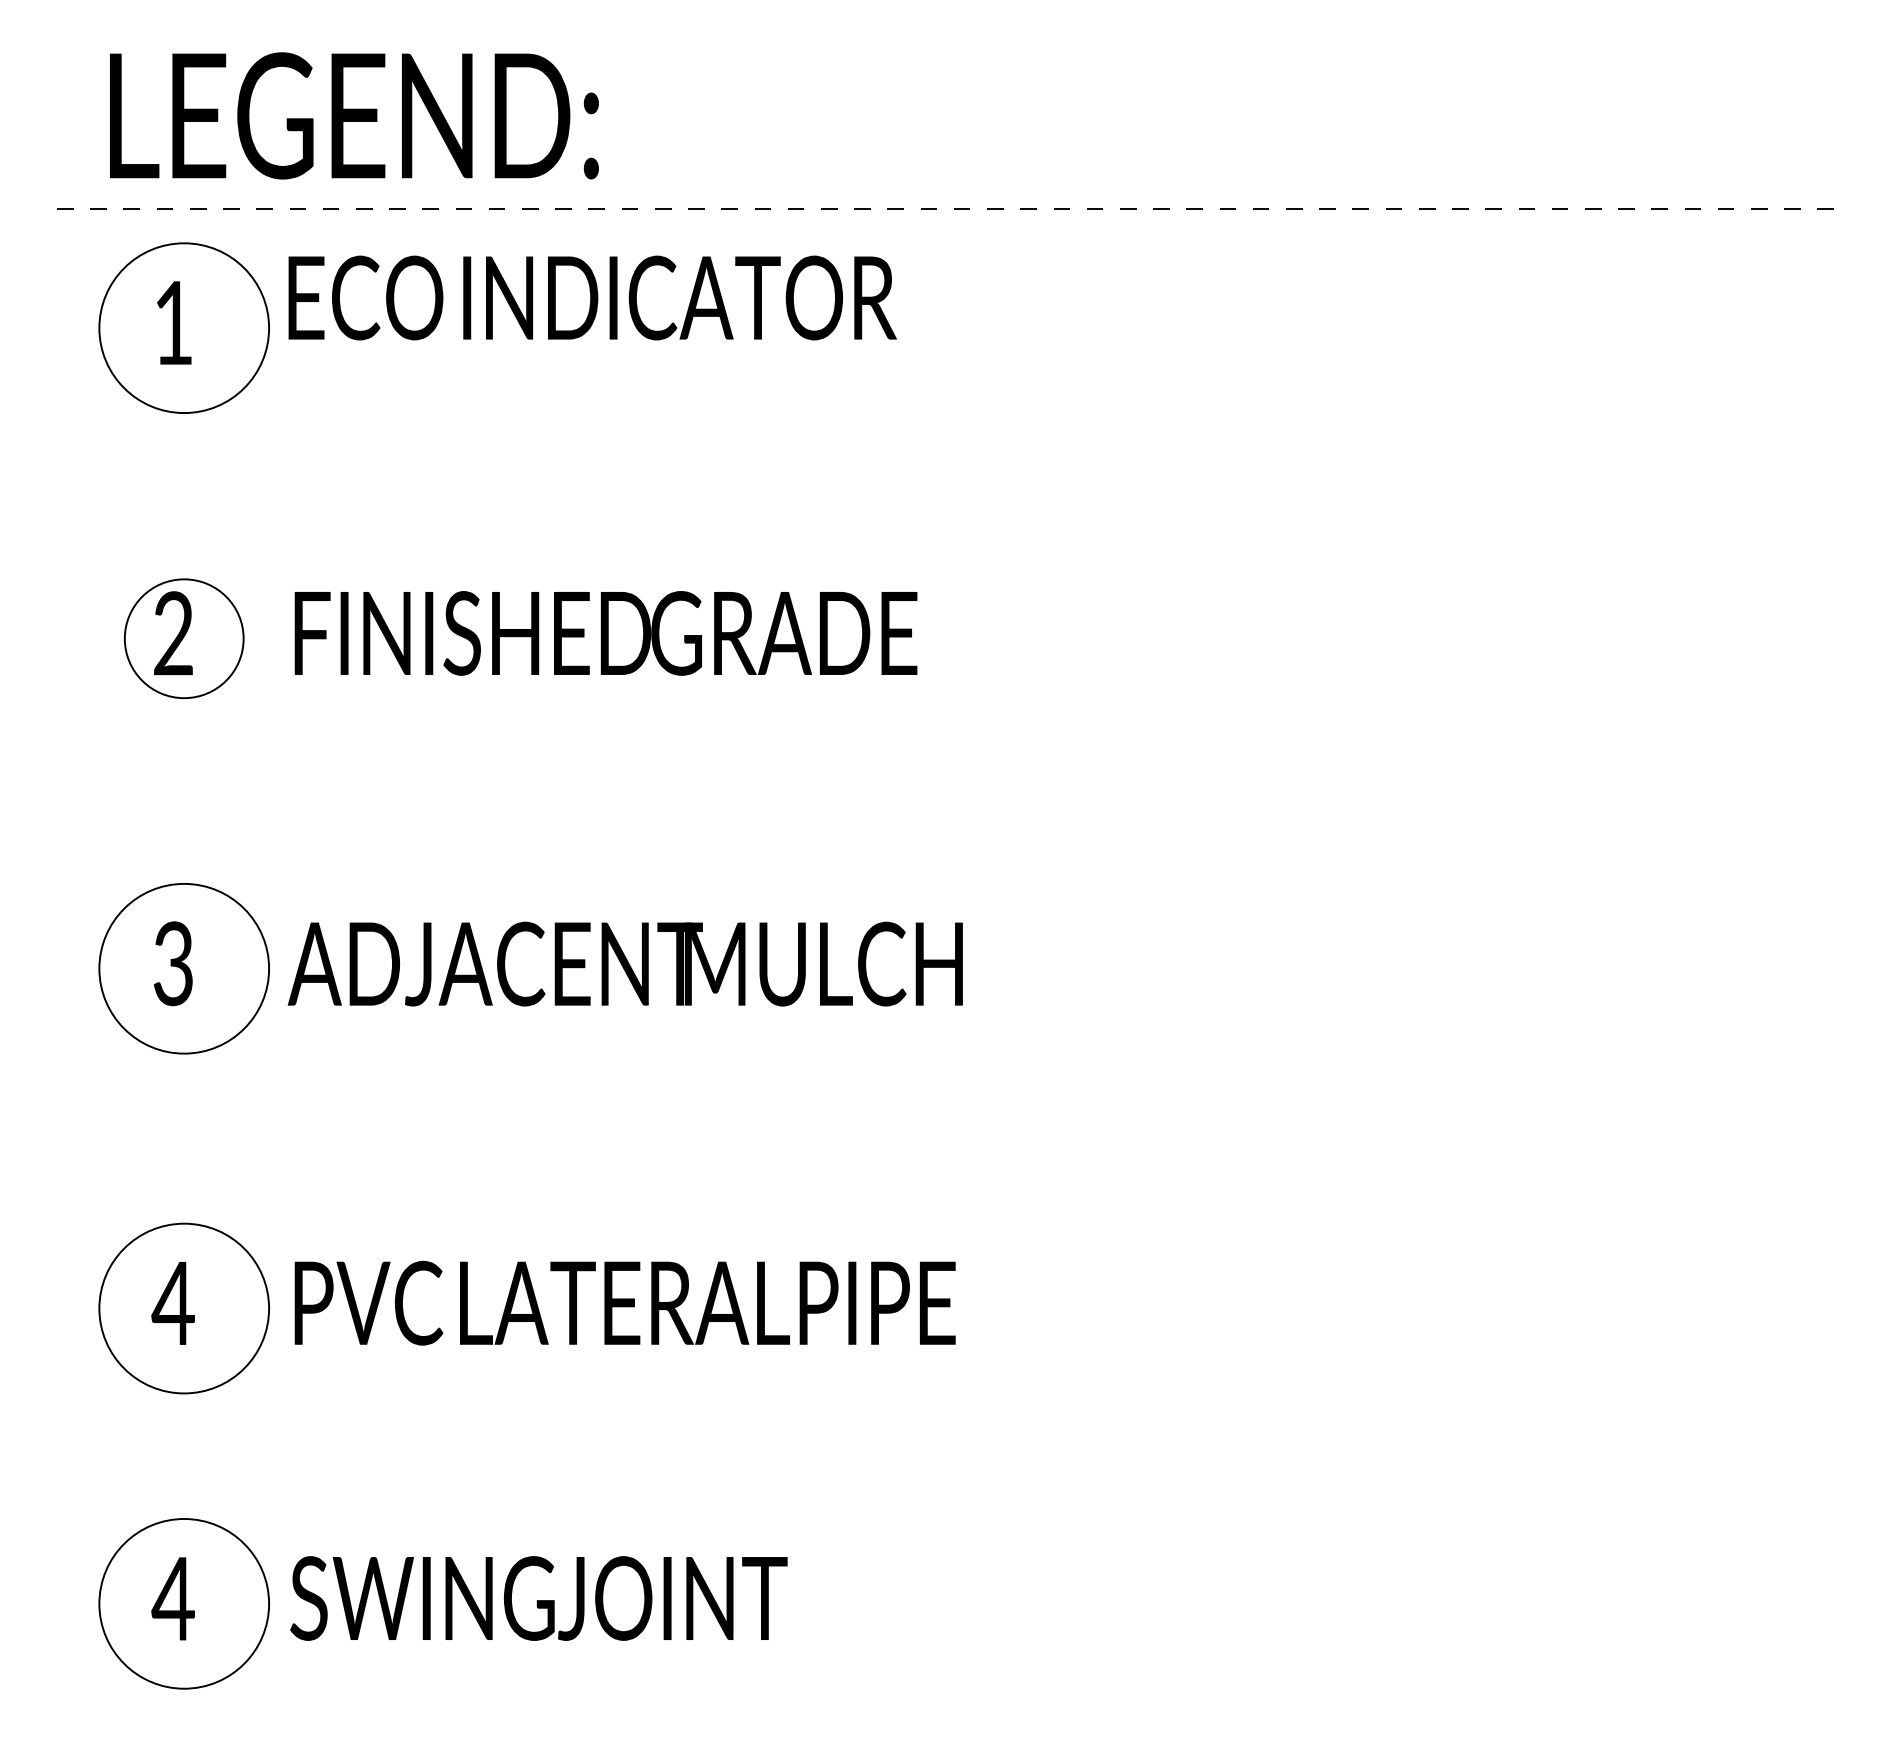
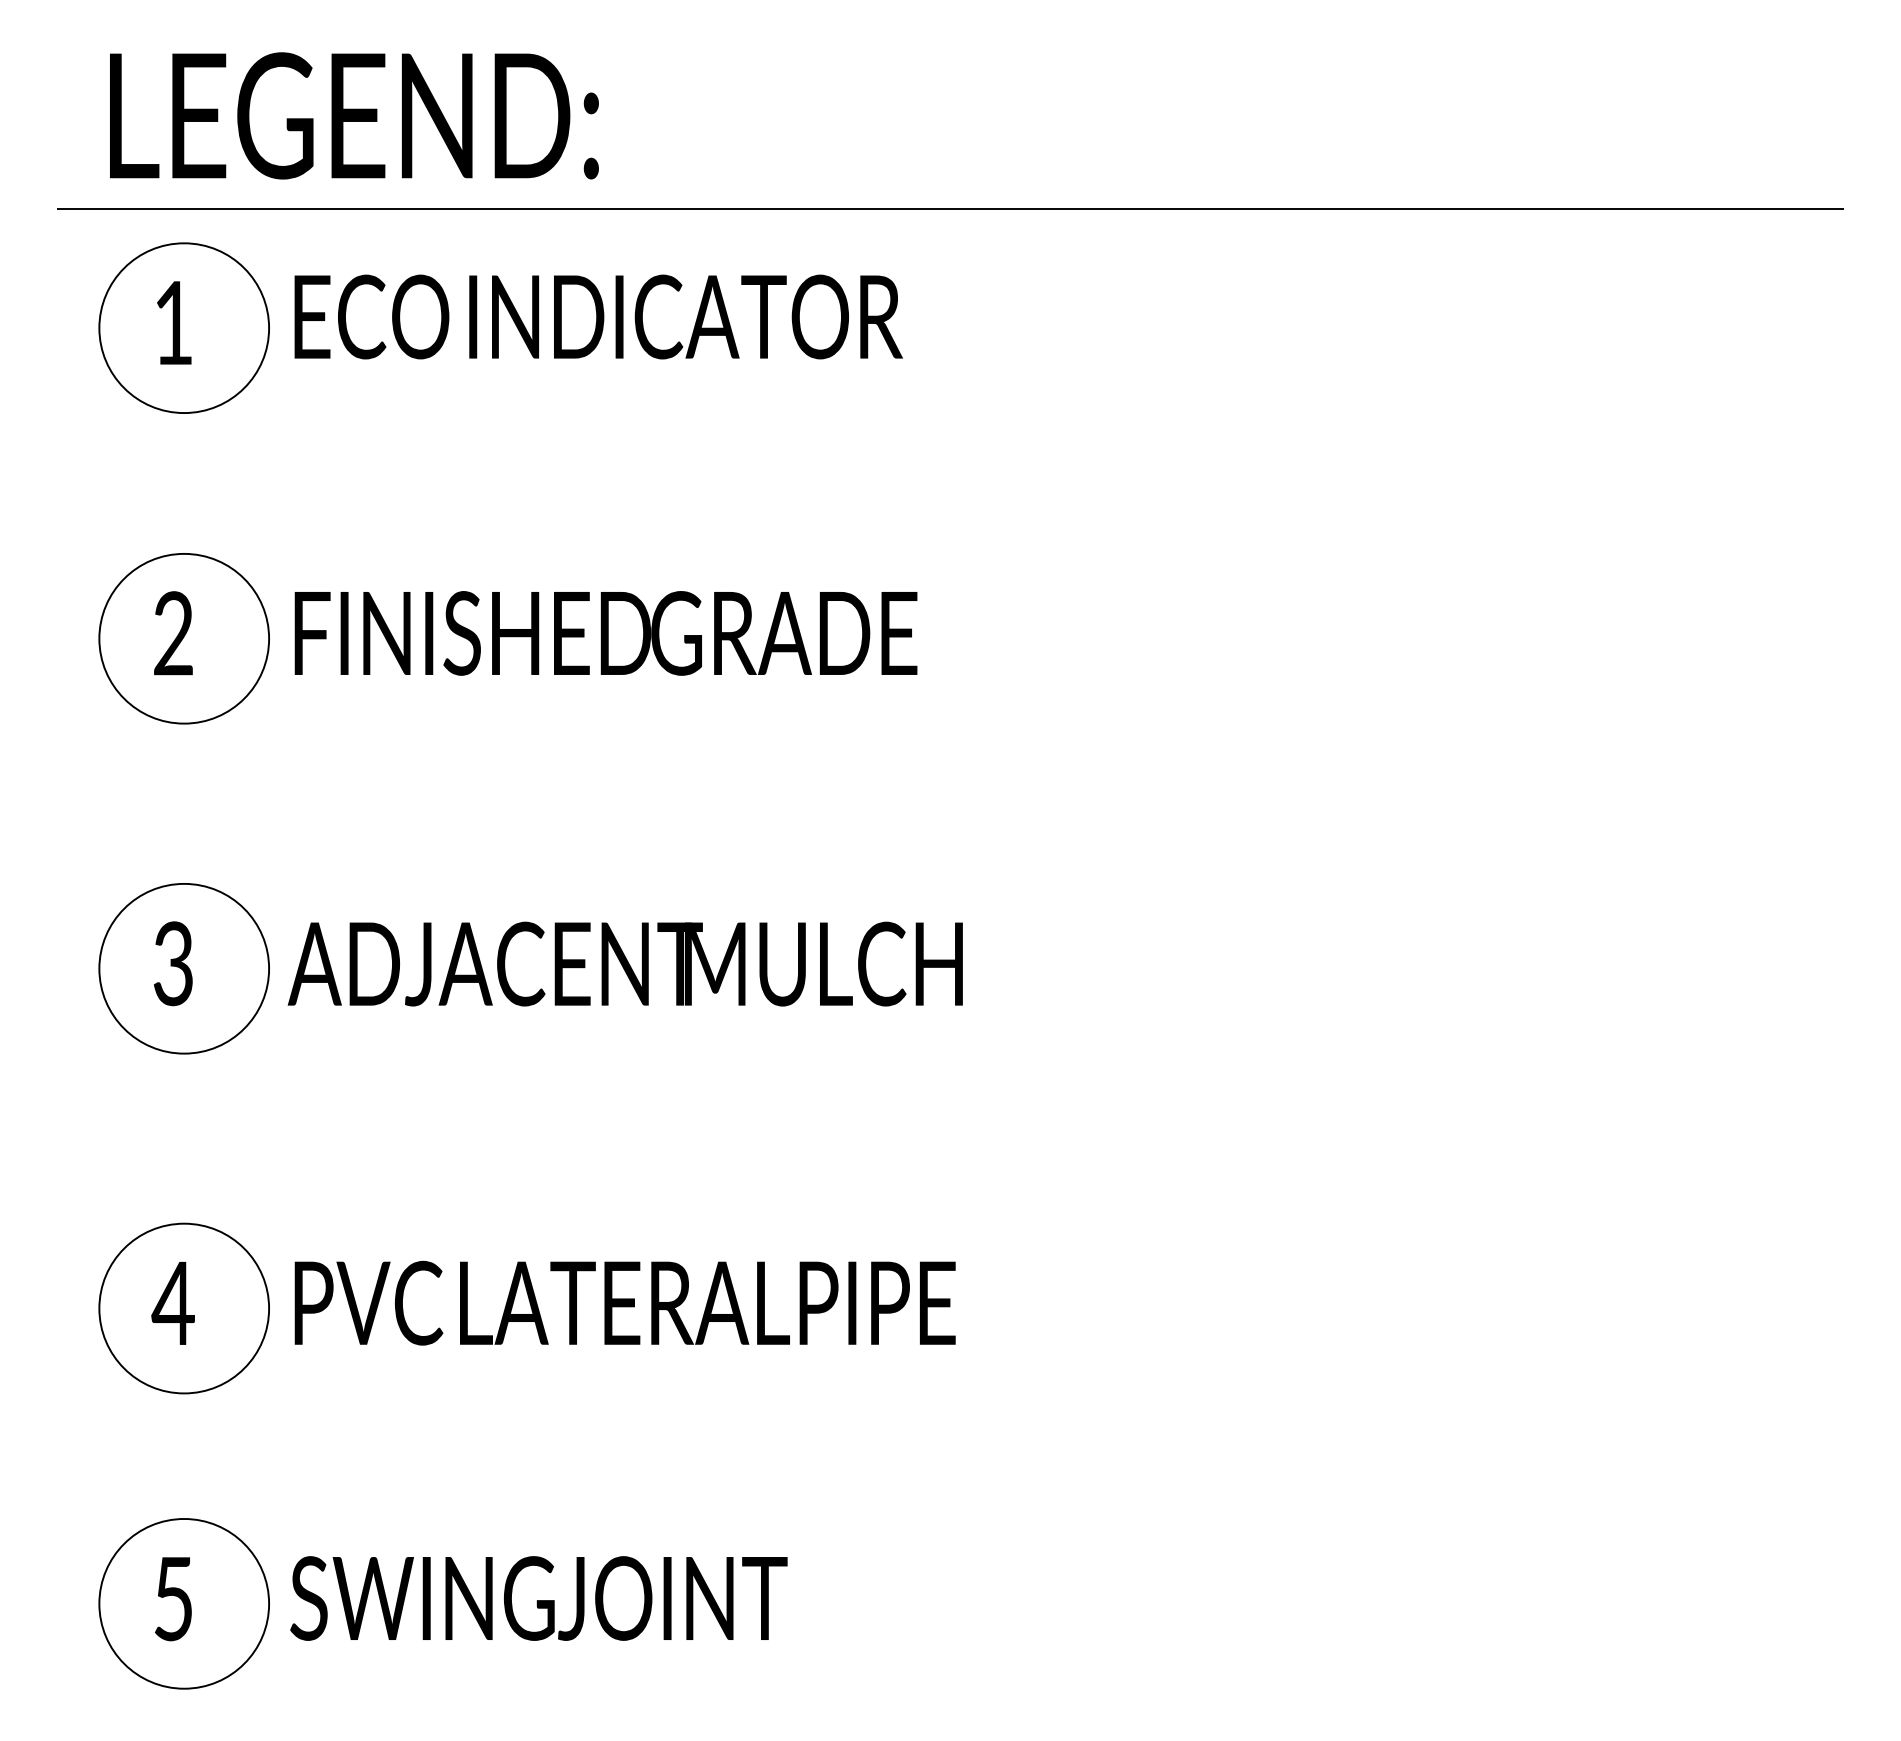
line at (950, 208): dashed -> solid
text at (592, 297) position: (592, 297) -> (598, 316)
circle at (183, 638) diameter: 119 px -> 170 px
text at (172, 1599): 4 -> 5
